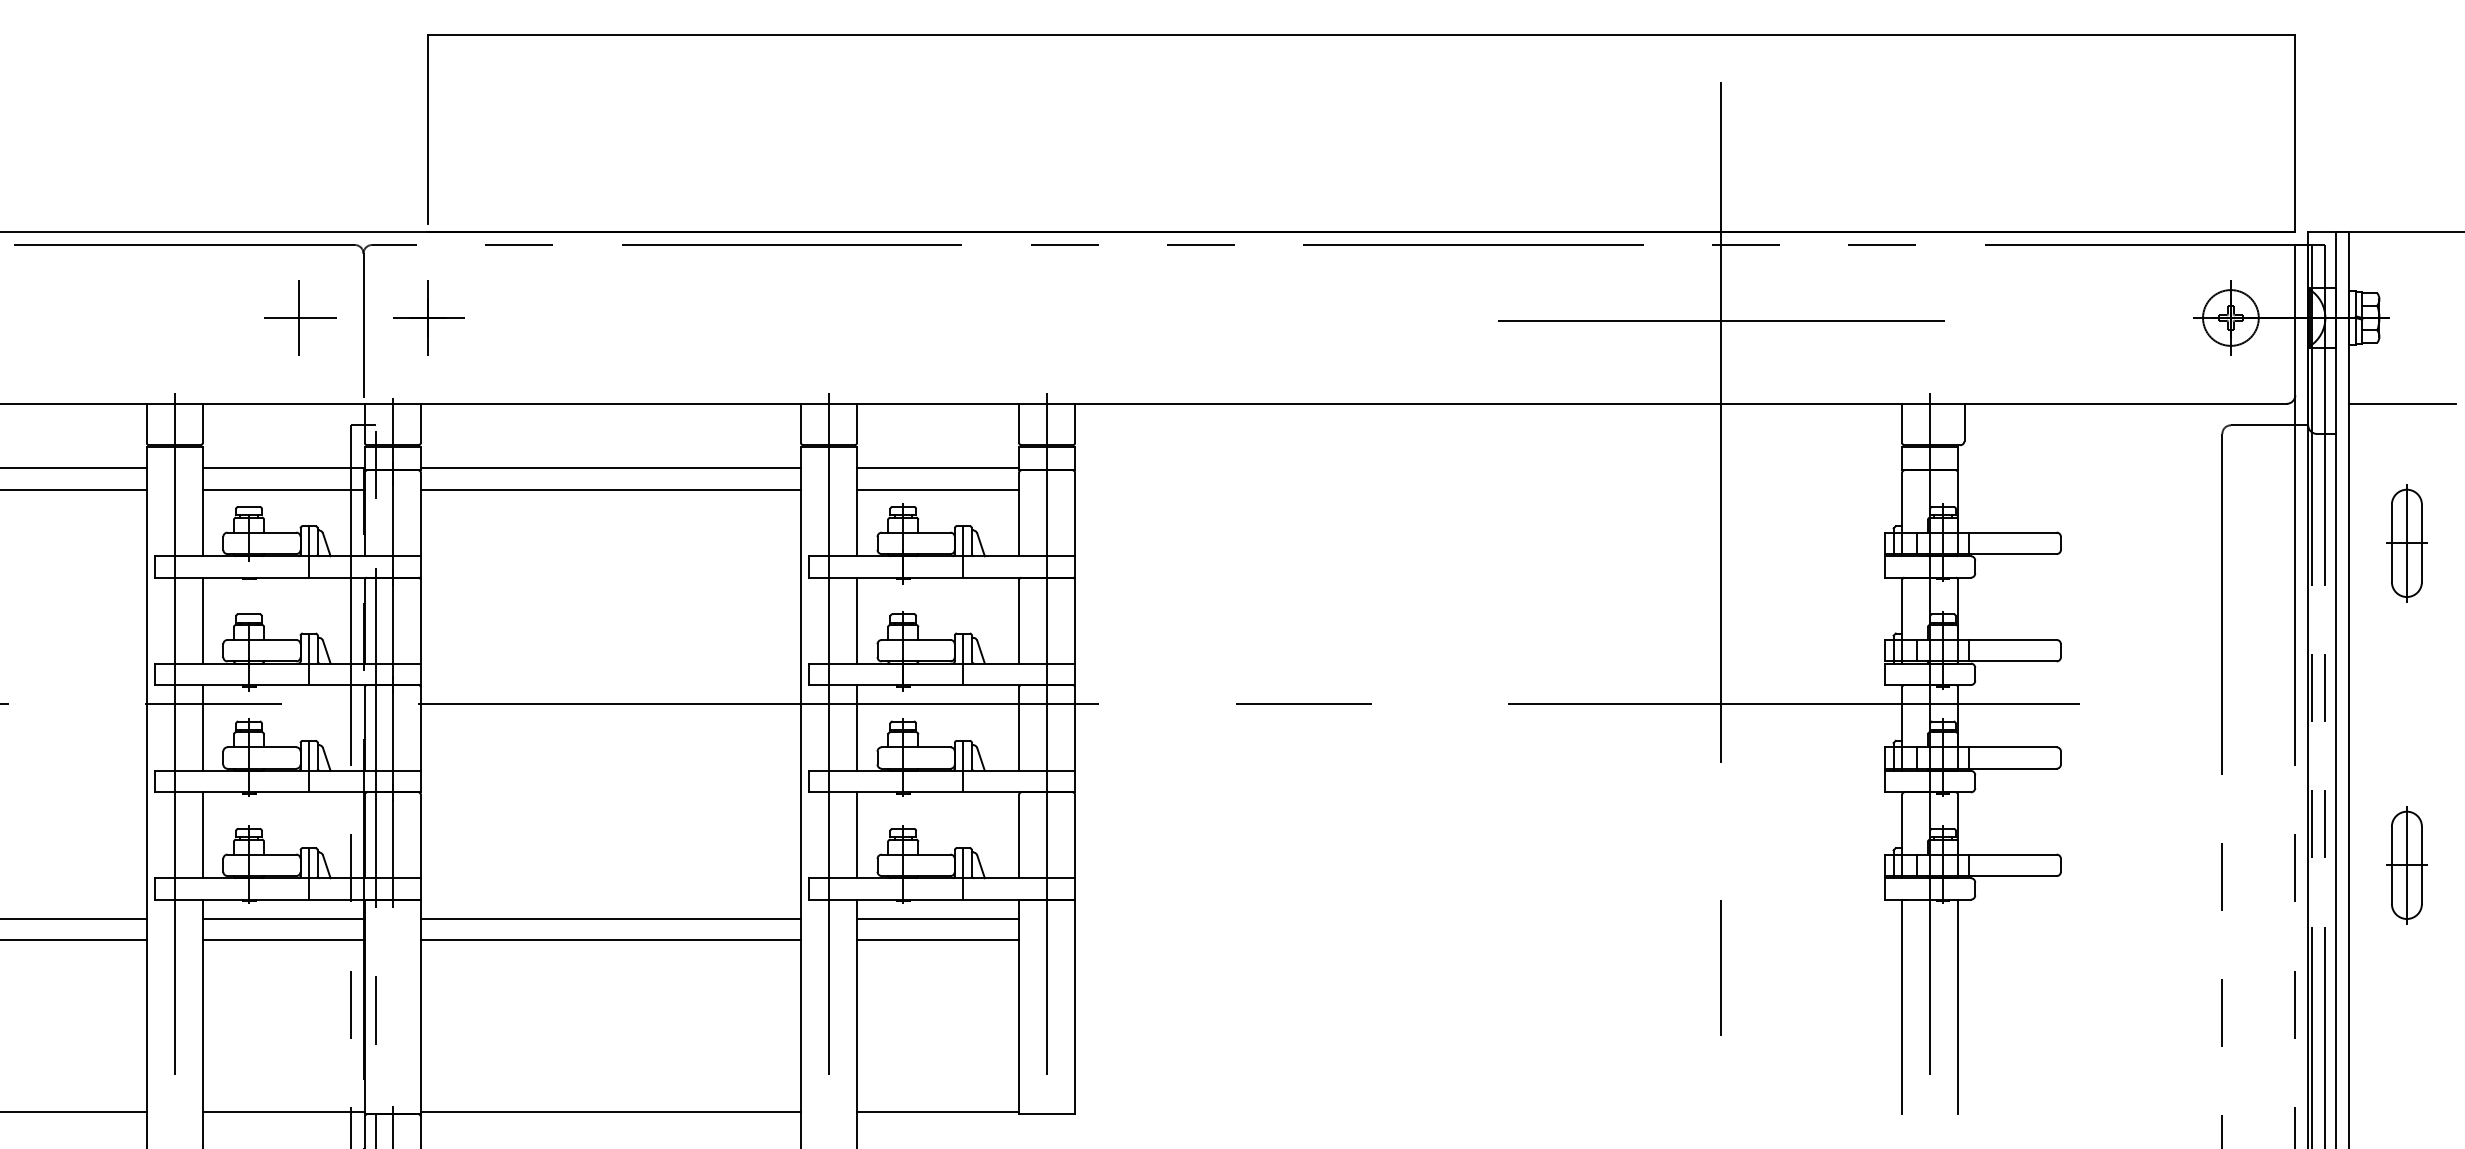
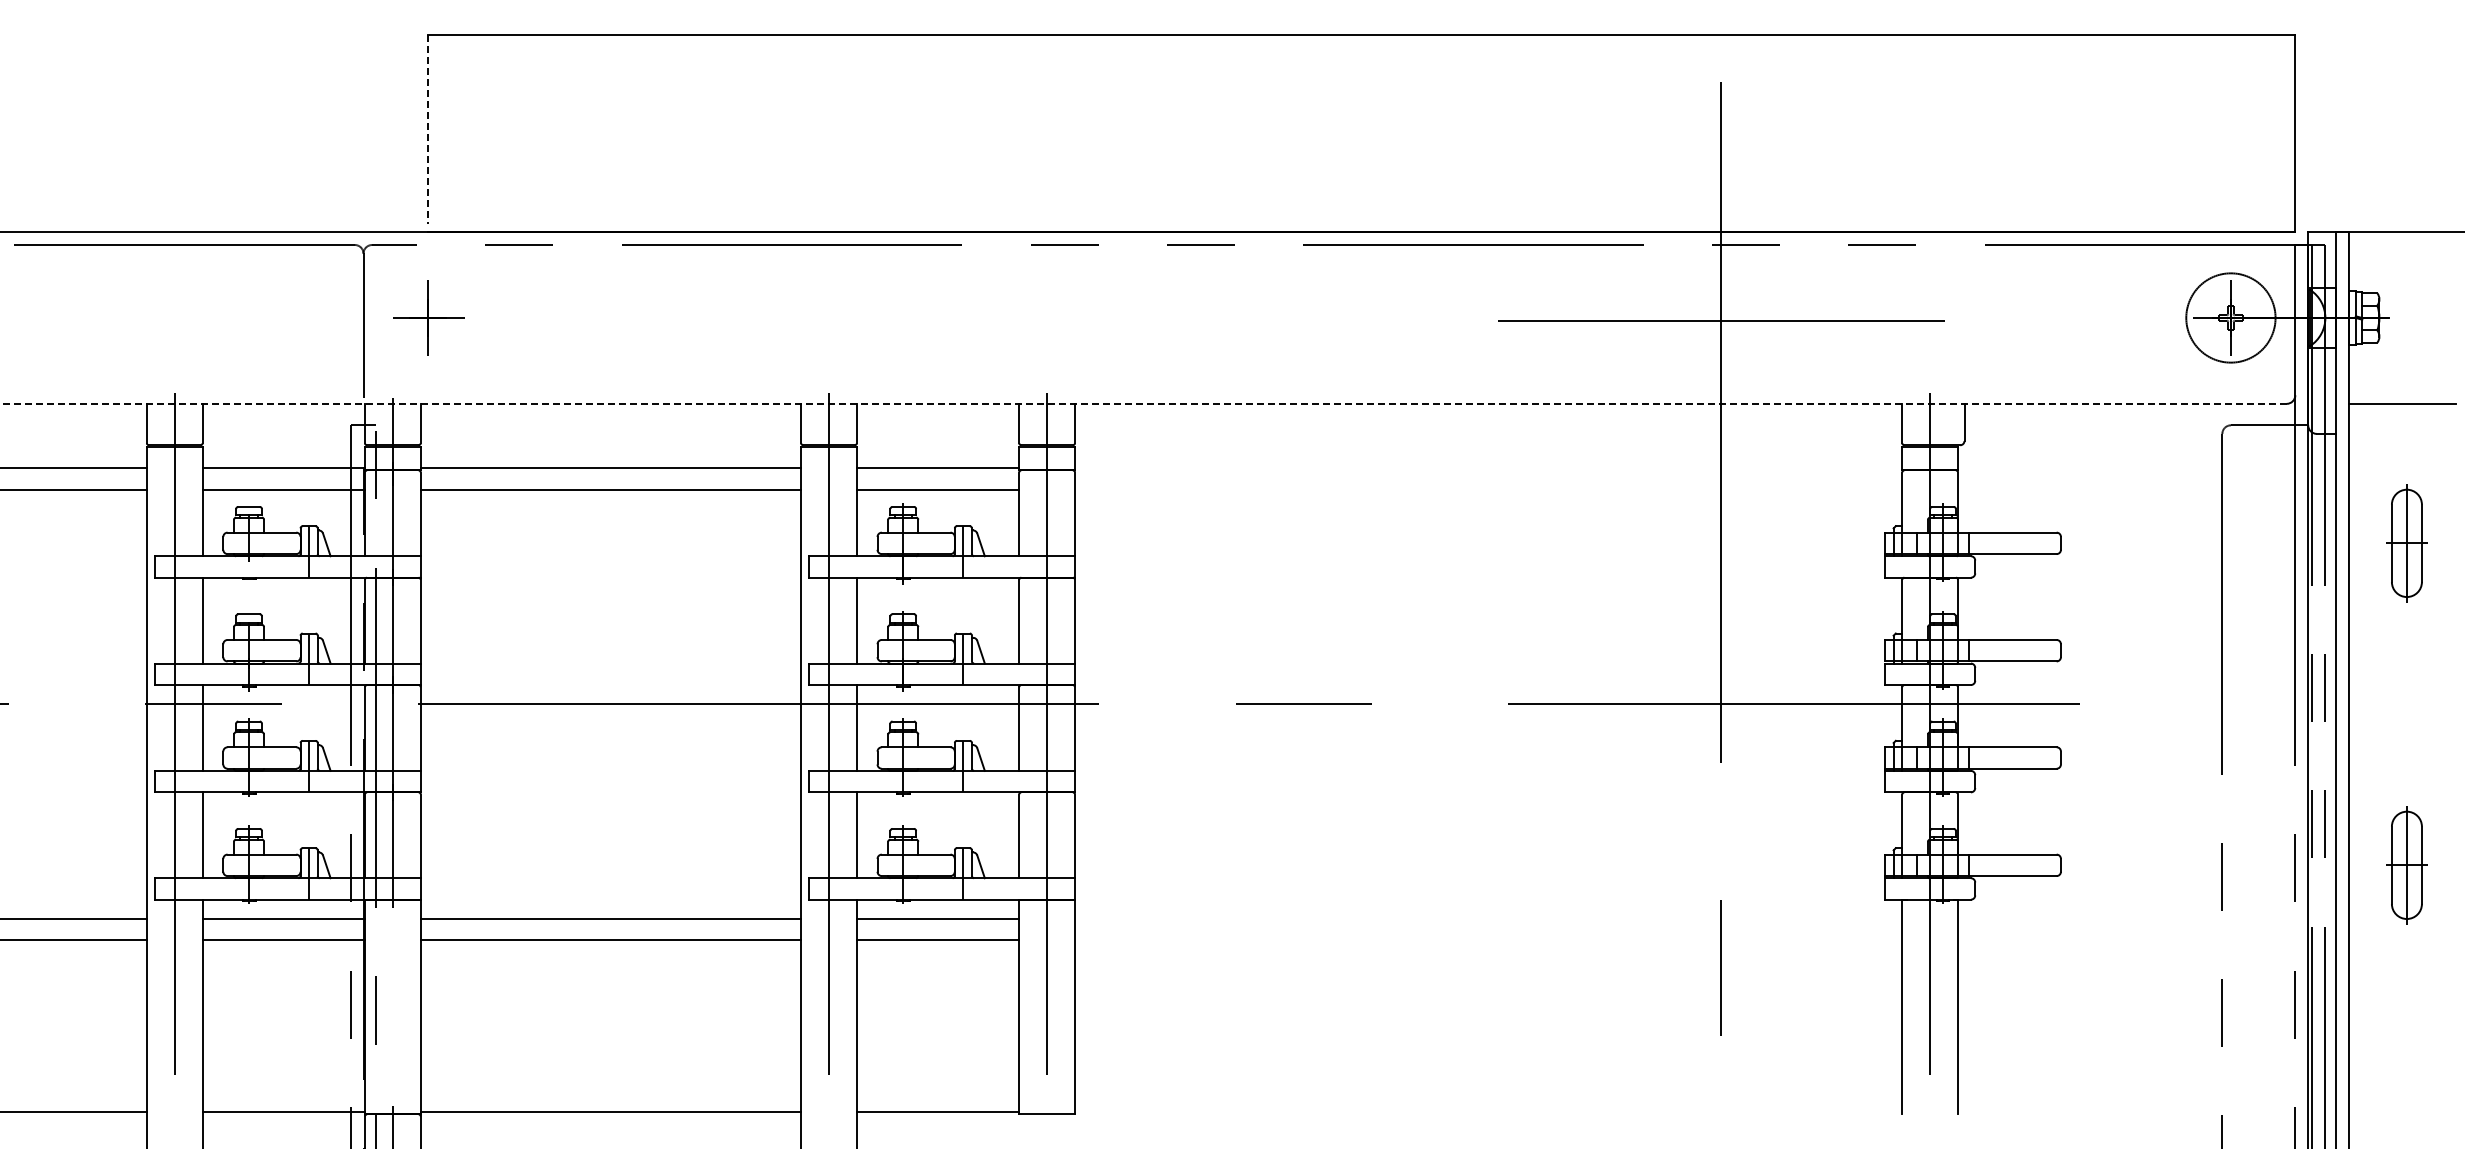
line at (427, 129): solid -> dashed
part at (300, 317): present -> none
circle at (2230, 317) diameter: 56 px -> 89 px
line at (1143, 403): solid -> dashed
